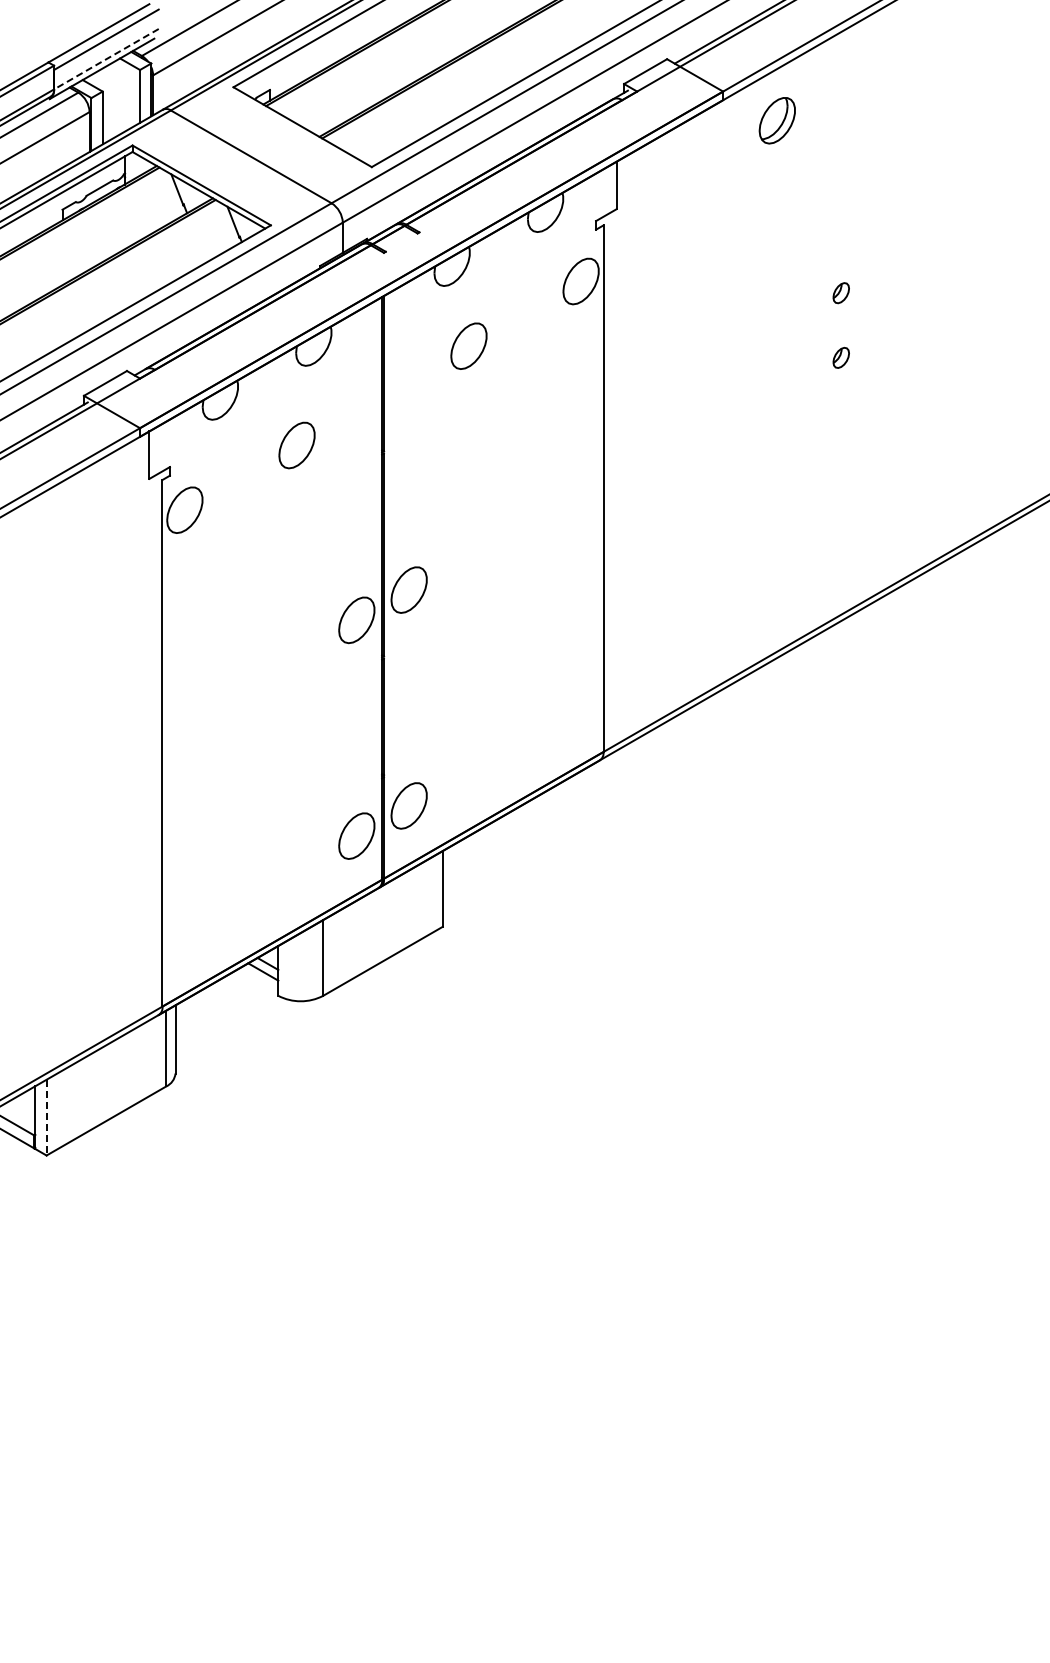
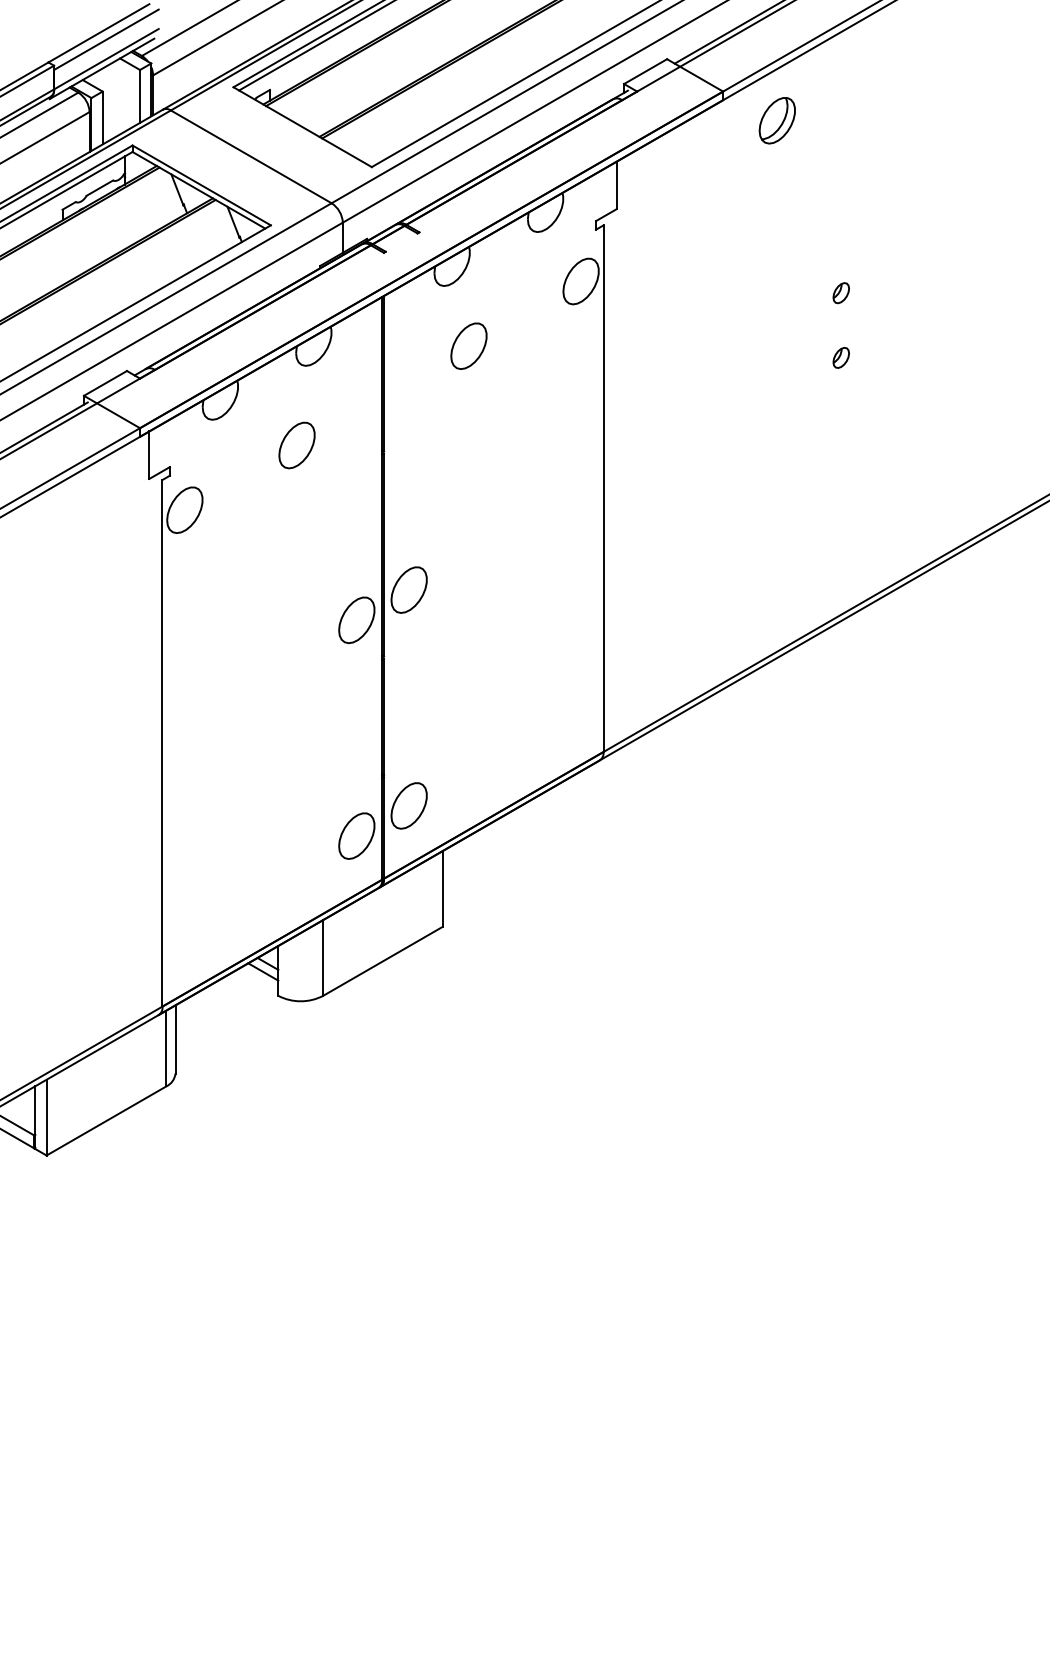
line at (315, 46): none -> present
line at (105, 59): dashed -> solid
line at (46, 1117): dashed -> solid
